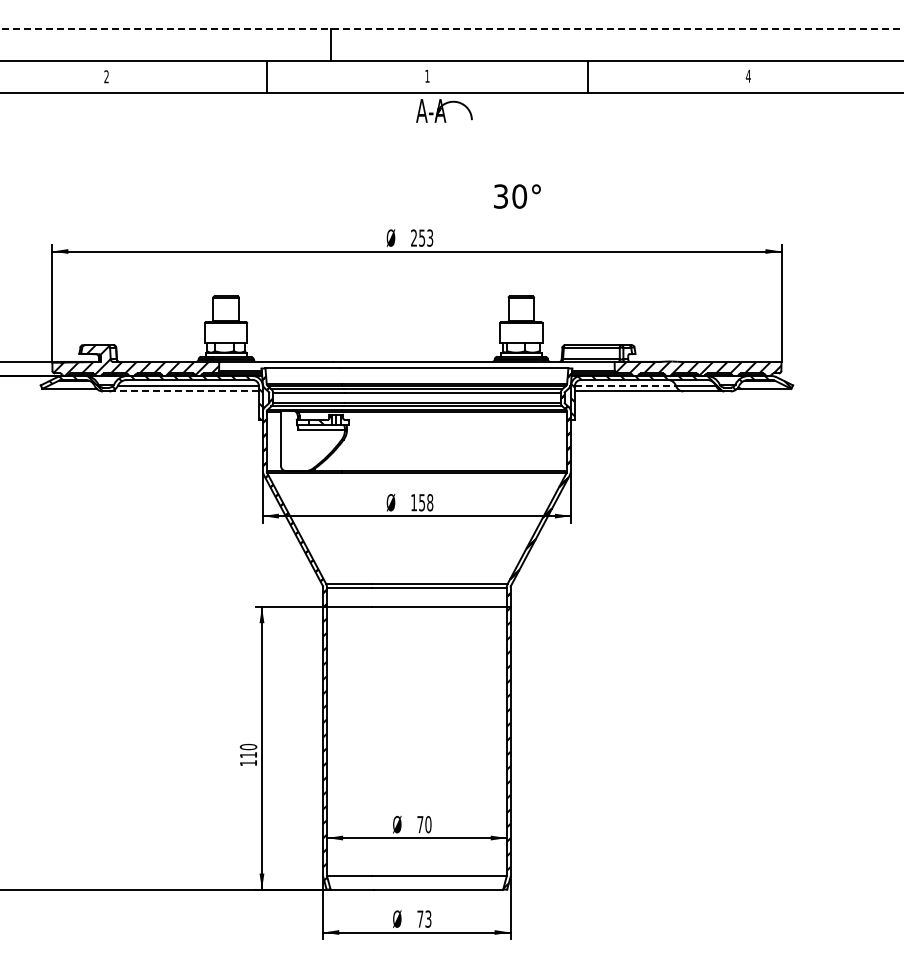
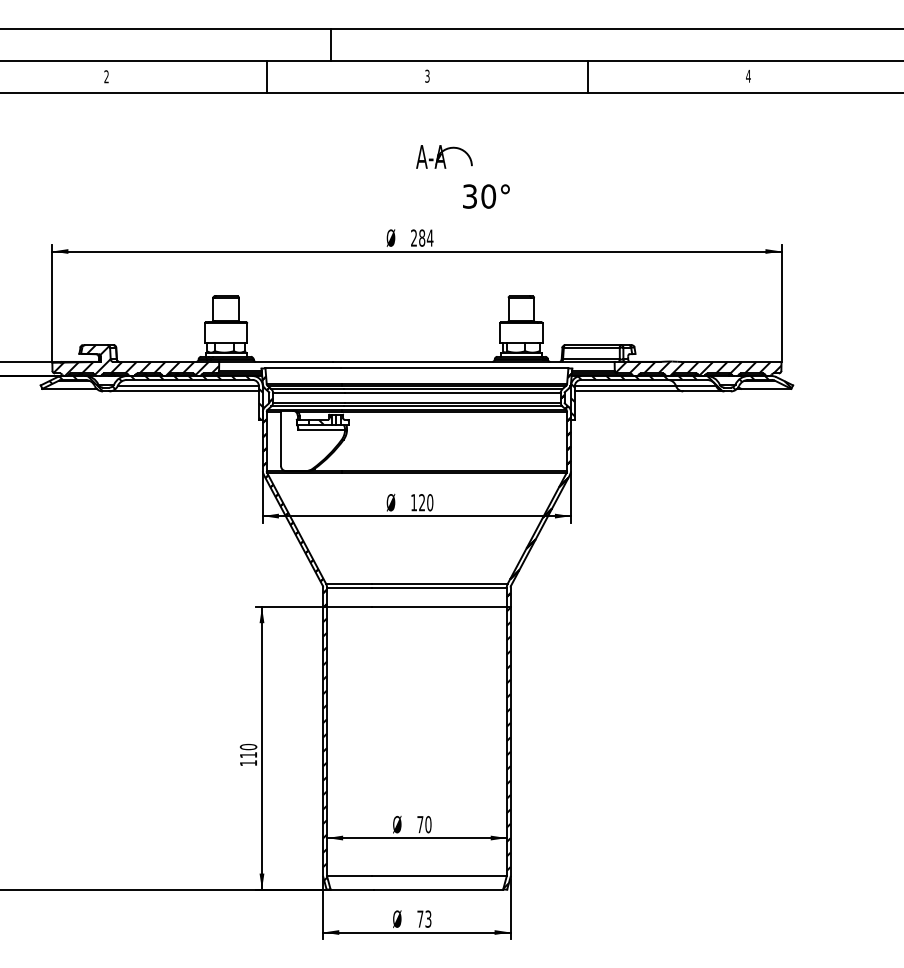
line at (452, 29): dashed -> solid
text at (427, 75): 1 -> 3
part at (444, 110) position: (444, 110) -> (444, 156)
text at (517, 196) position: (517, 196) -> (486, 196)
text at (426, 237): 253 -> 284
line at (625, 386): dashed -> solid
line at (184, 391): dashed -> solid
text at (426, 502): 158 -> 120
